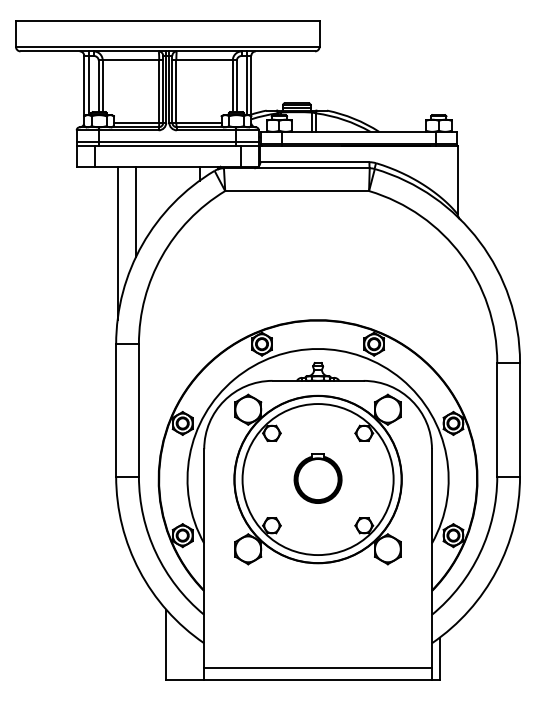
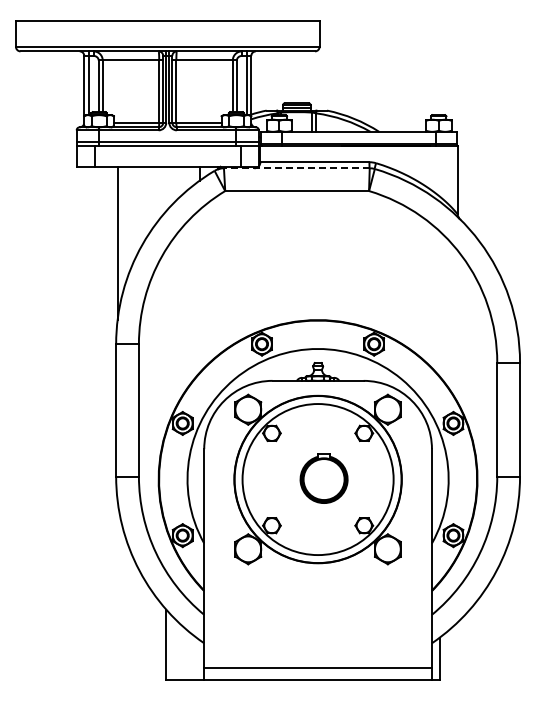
line at (296, 168): solid -> dashed
line at (135, 211): present -> none
part at (317, 478) position: (317, 478) -> (323, 478)
